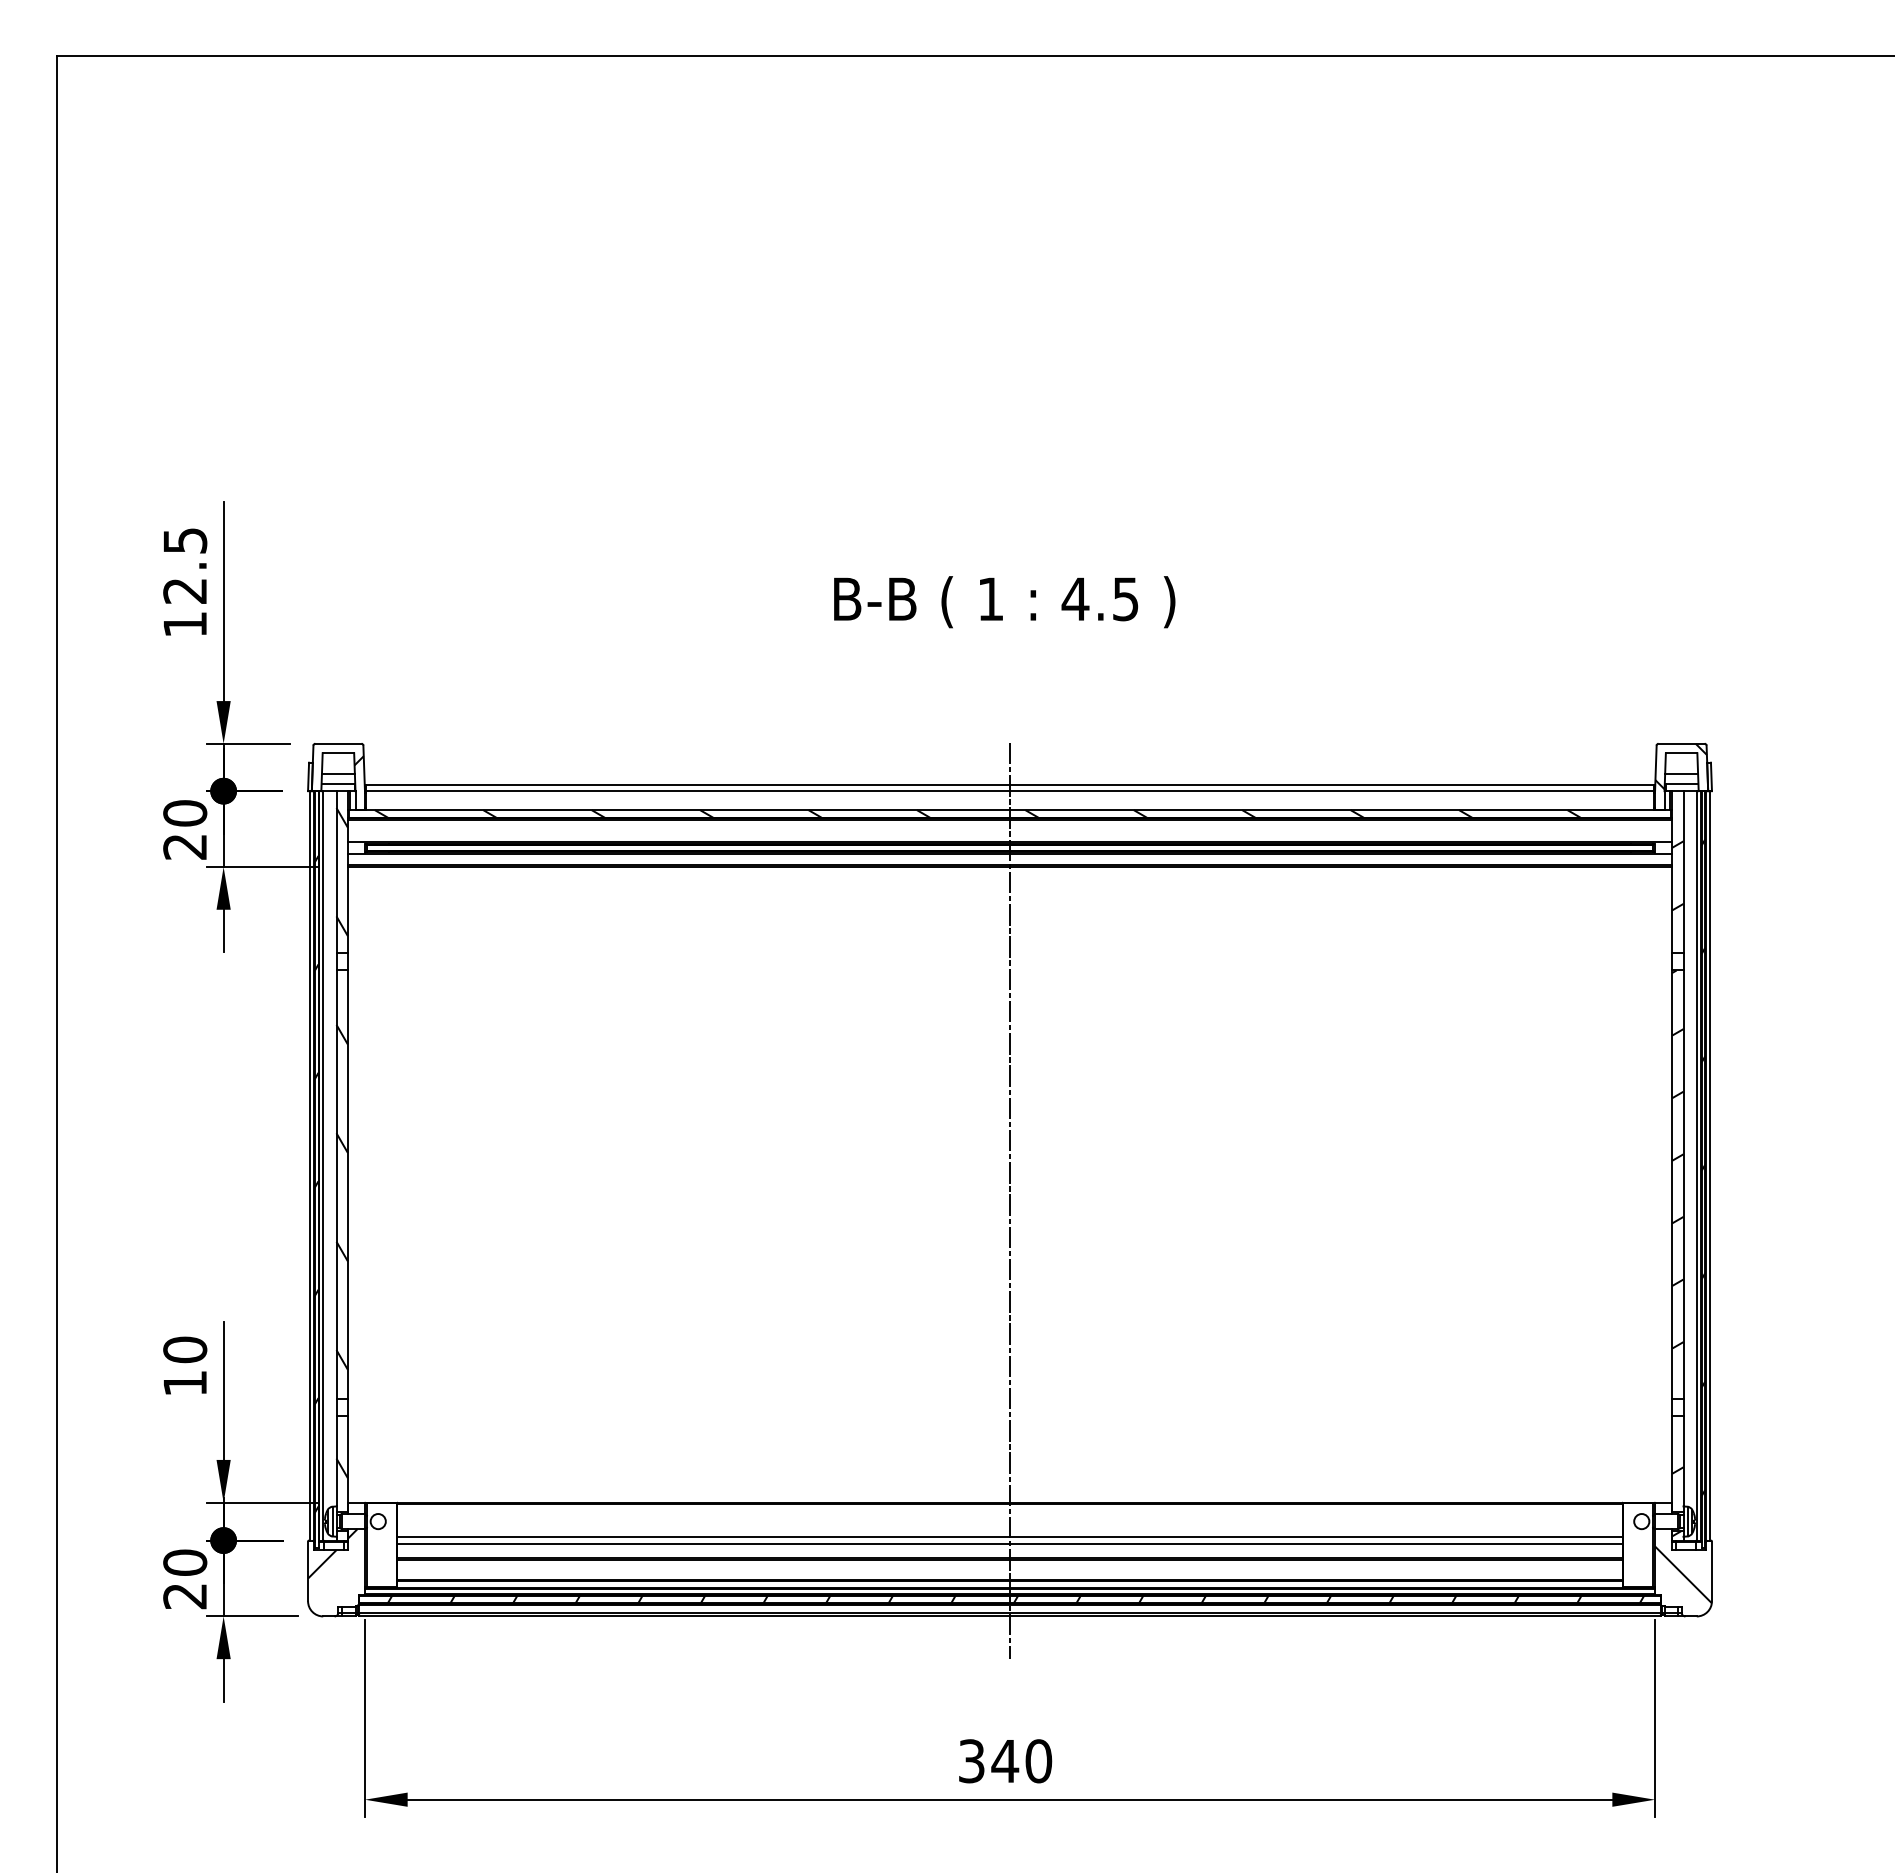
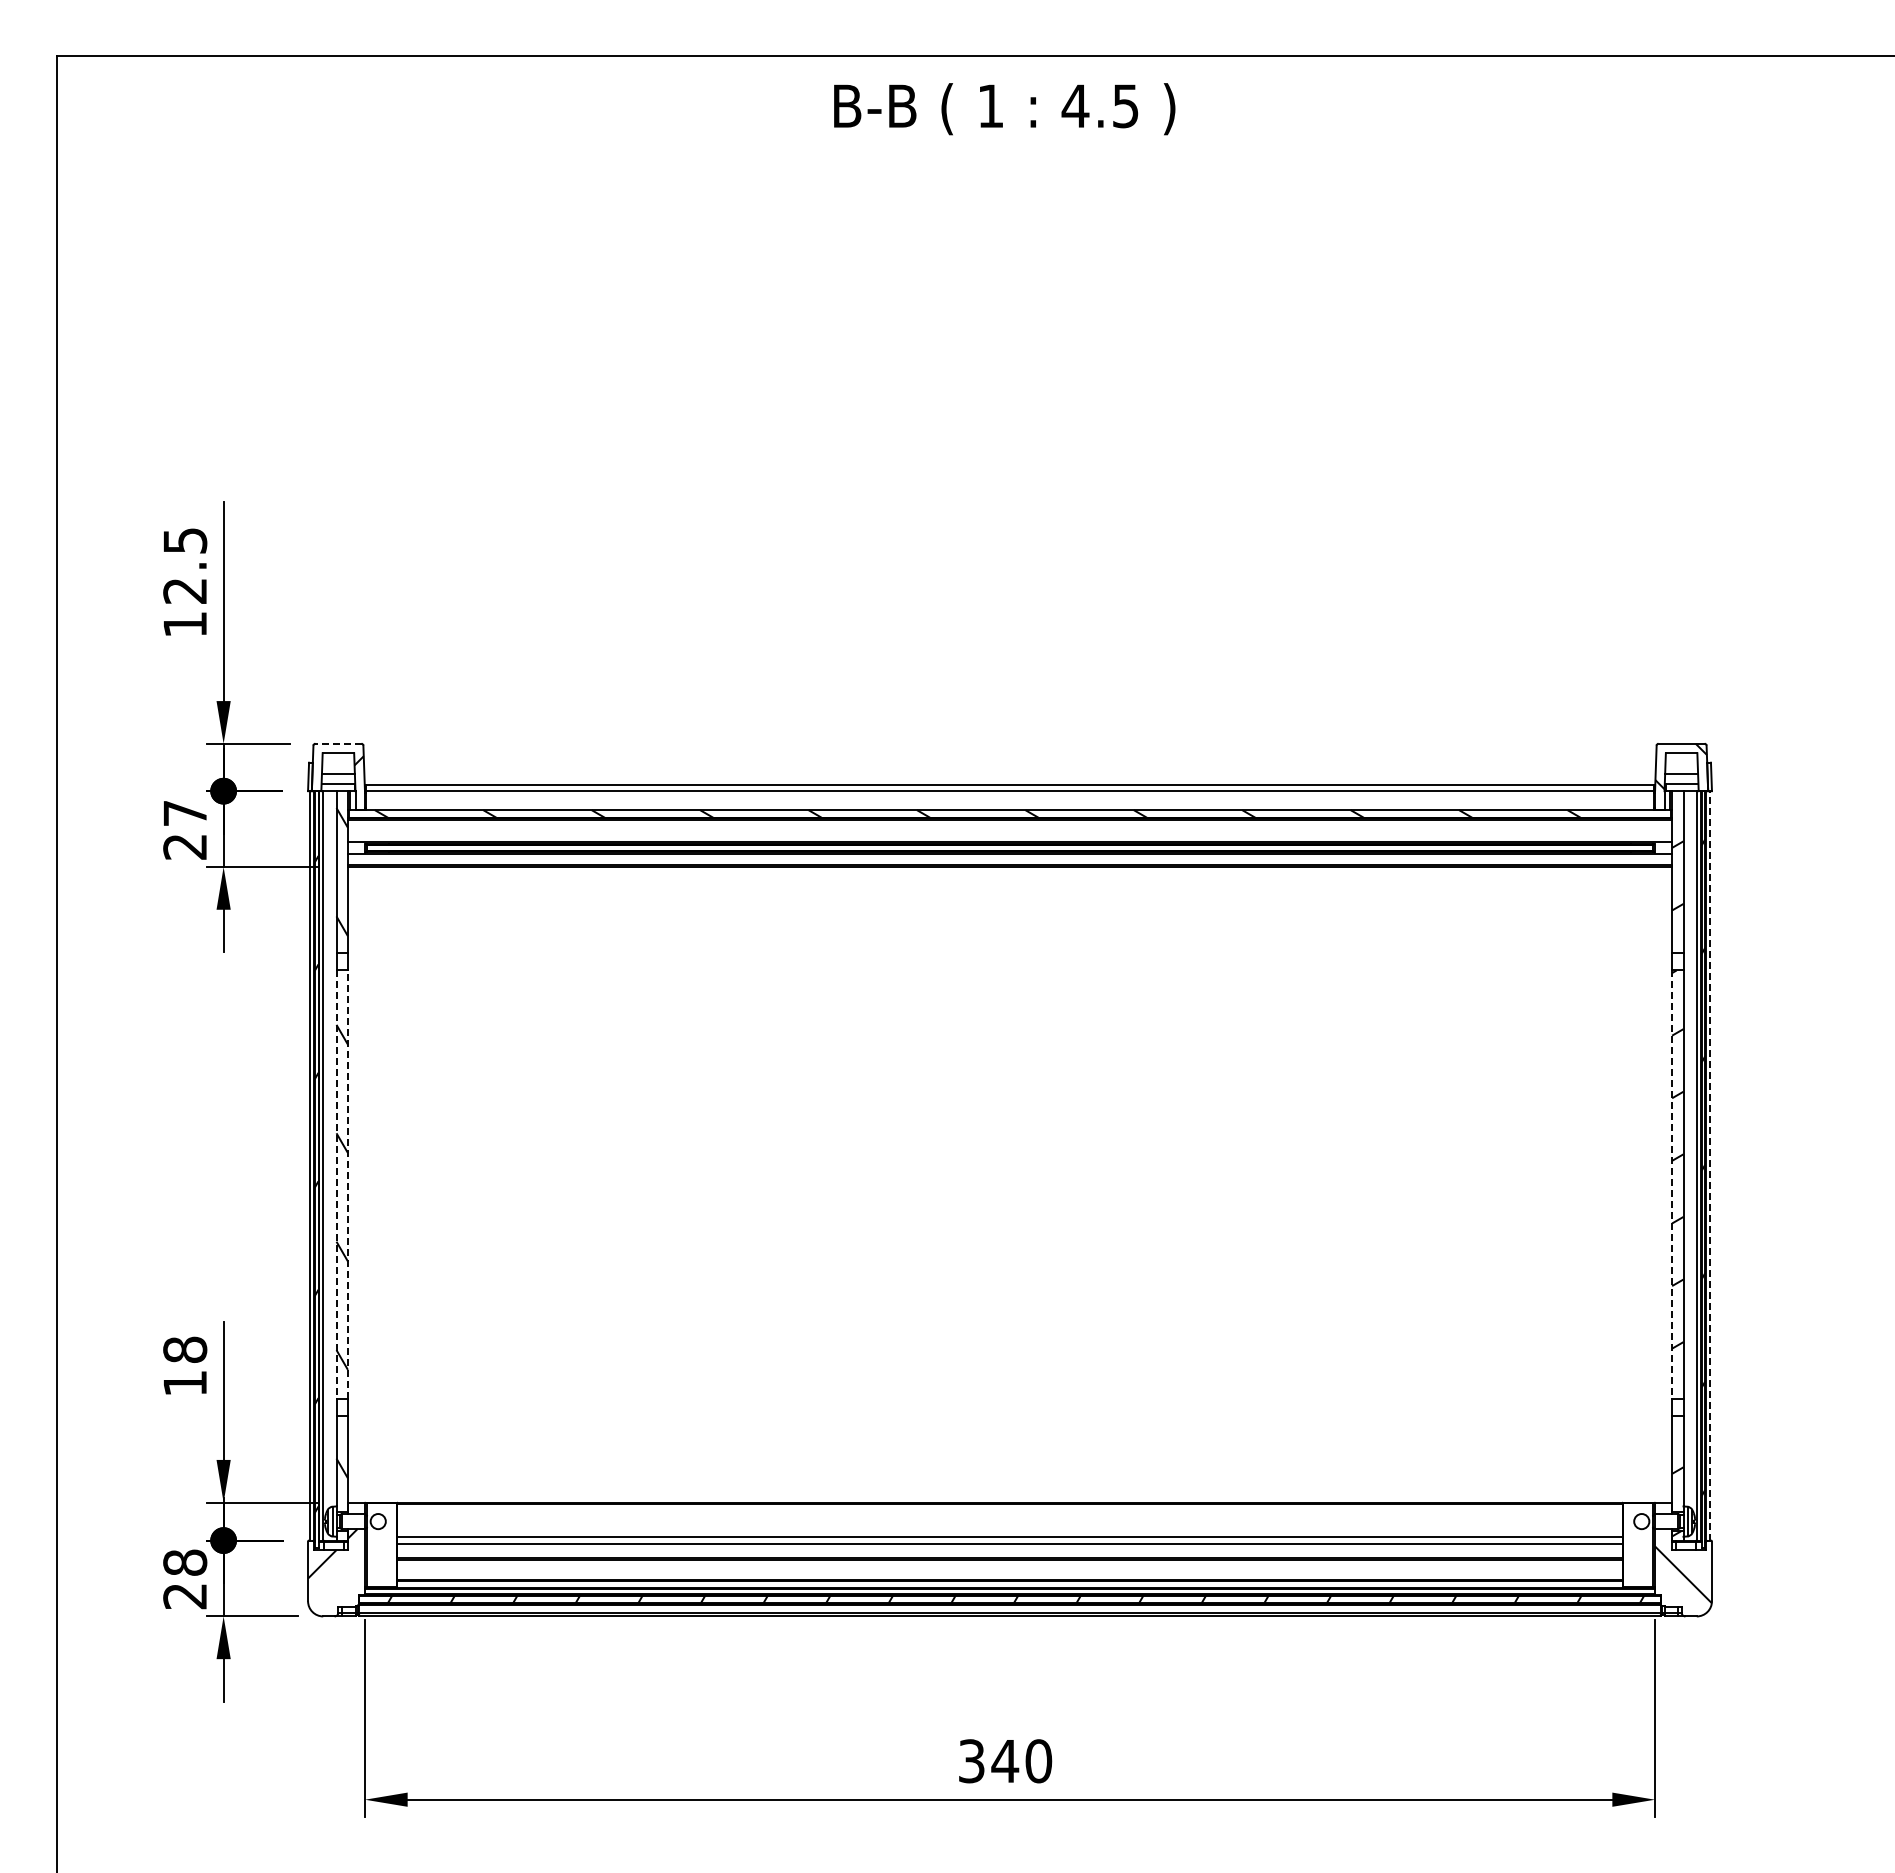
text at (1004, 602) position: (1004, 602) -> (1004, 109)
line at (337, 743): solid -> dashed
text at (185, 813): 20 -> 27
line at (1710, 1165): solid -> dashed
line at (347, 1184): solid -> dashed
line at (336, 1185): solid -> dashed
line at (1672, 1185): solid -> dashed
line at (1010, 1200): present -> none
text at (185, 1349): 10 -> 18
text at (185, 1562): 20 -> 28
